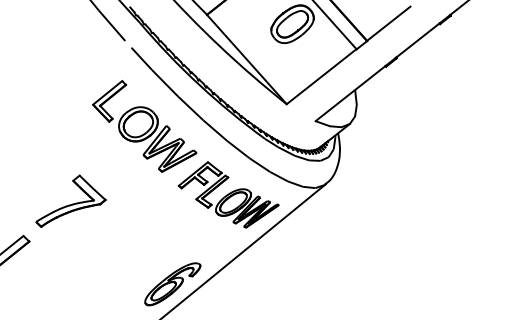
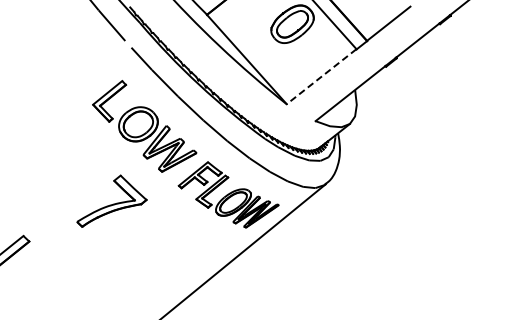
line at (321, 77): solid -> dashed
part at (70, 200) position: (70, 200) -> (111, 200)
part at (172, 284): present -> none
